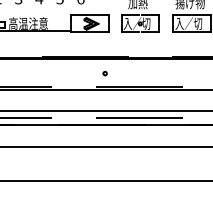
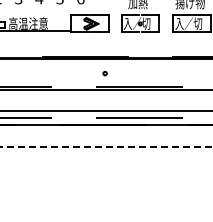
line at (106, 147): solid -> dashed
line at (105, 181): present -> none
